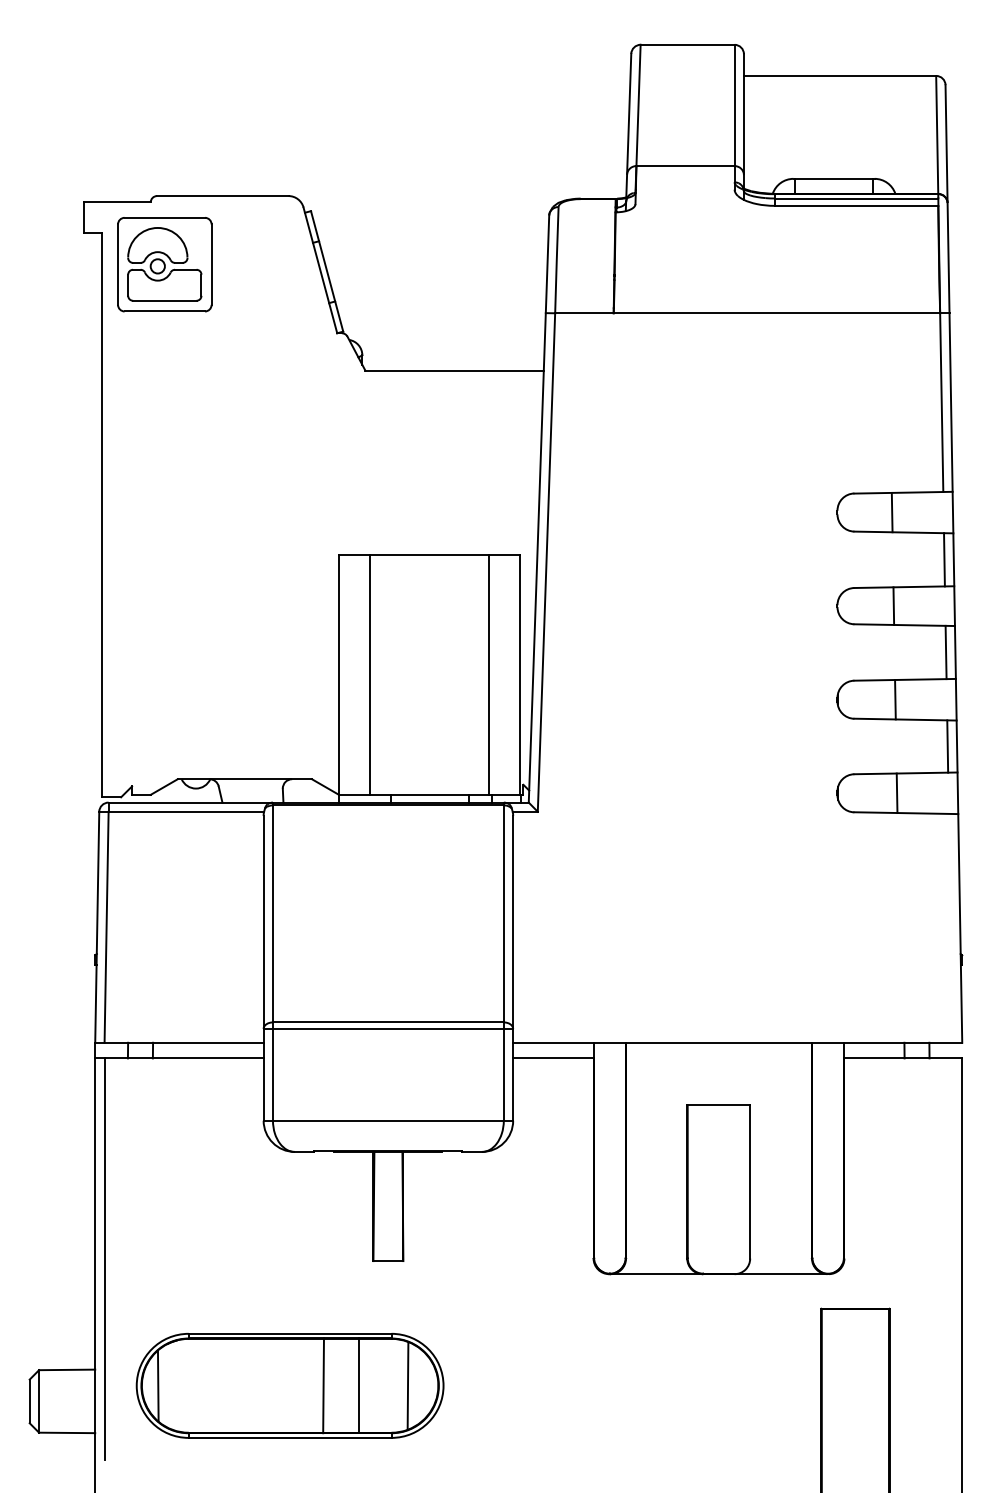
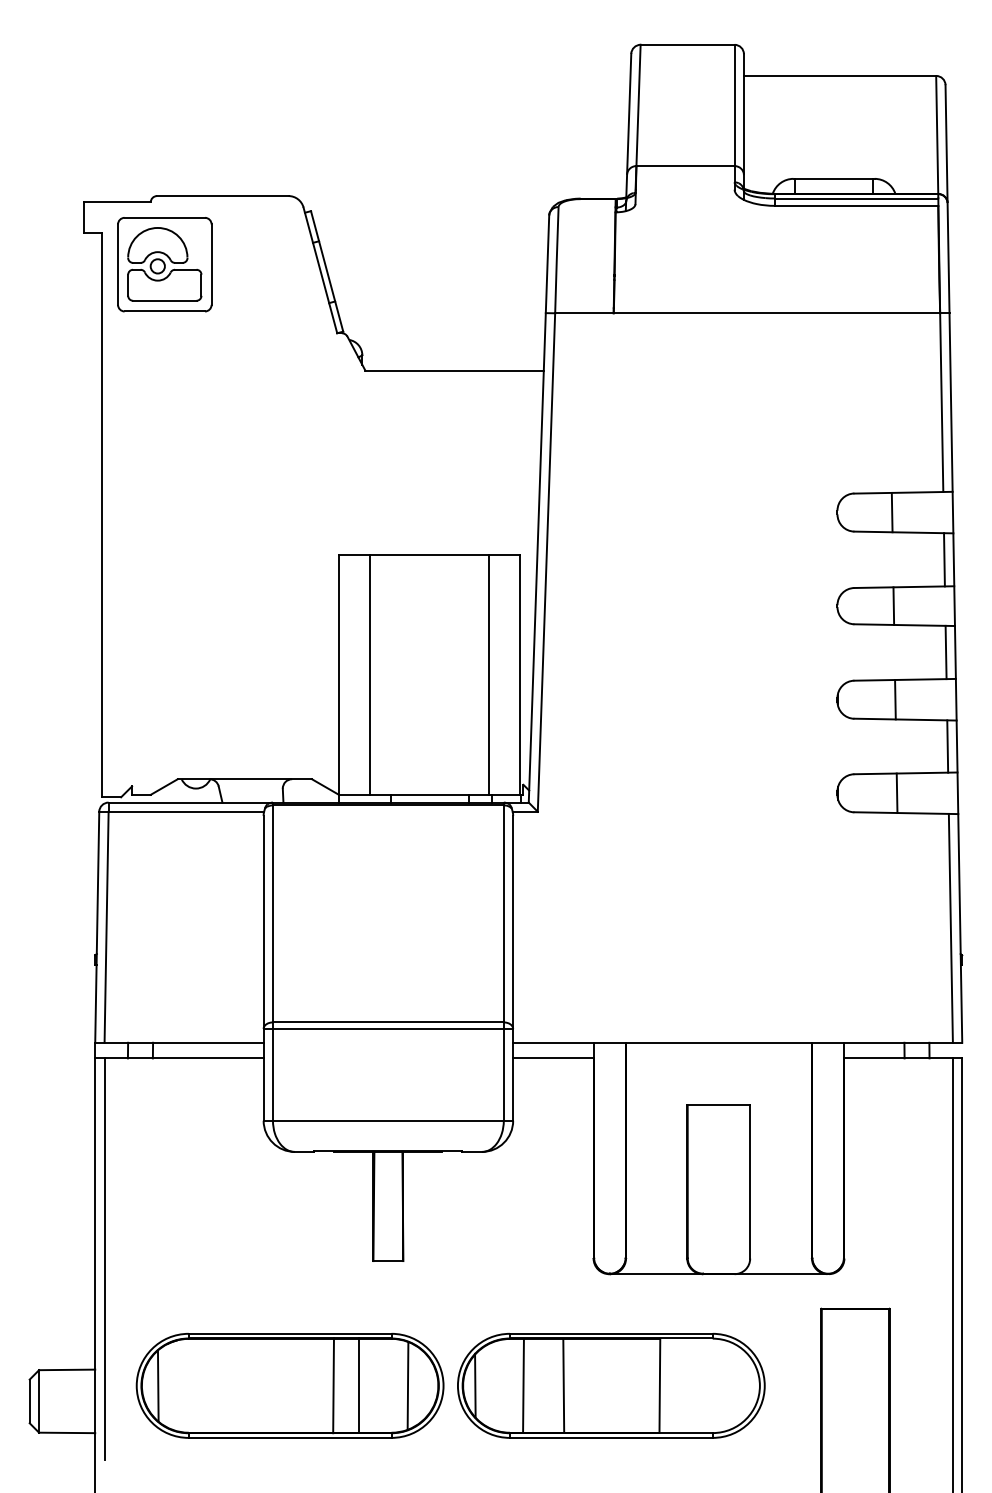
line at (950, 927): none -> present
line at (952, 1273): none -> present
line at (323, 1385) position: (323, 1385) -> (333, 1385)
part at (611, 1385): none -> present
